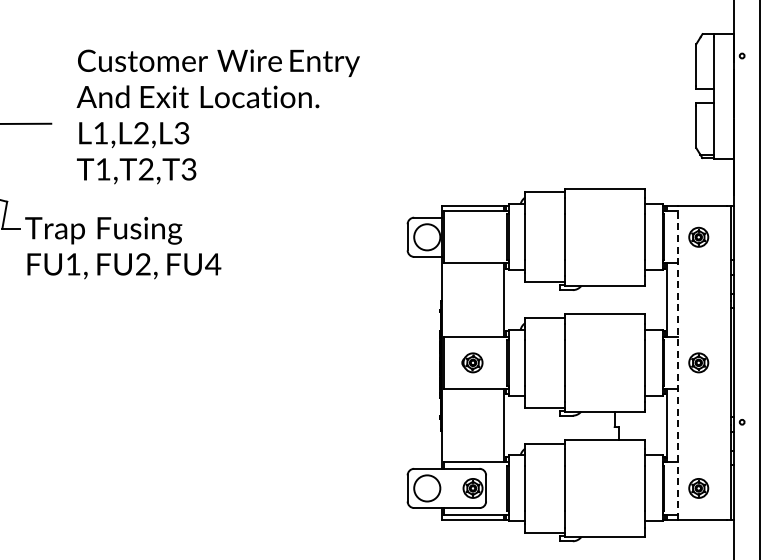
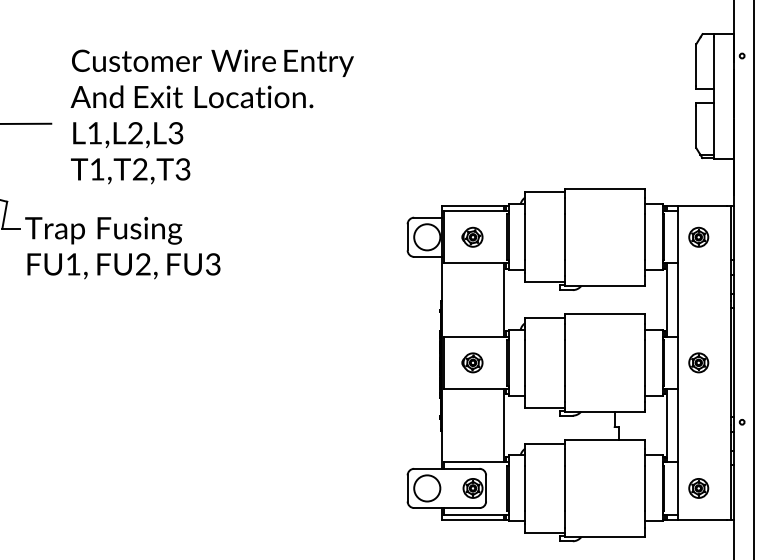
text at (217, 116) position: (217, 116) -> (211, 116)
part at (472, 236): none -> present
text at (213, 264): FU4 -> FU3
line at (759, 279) position: (759, 279) -> (753, 279)
line at (678, 362): dashed -> solid
